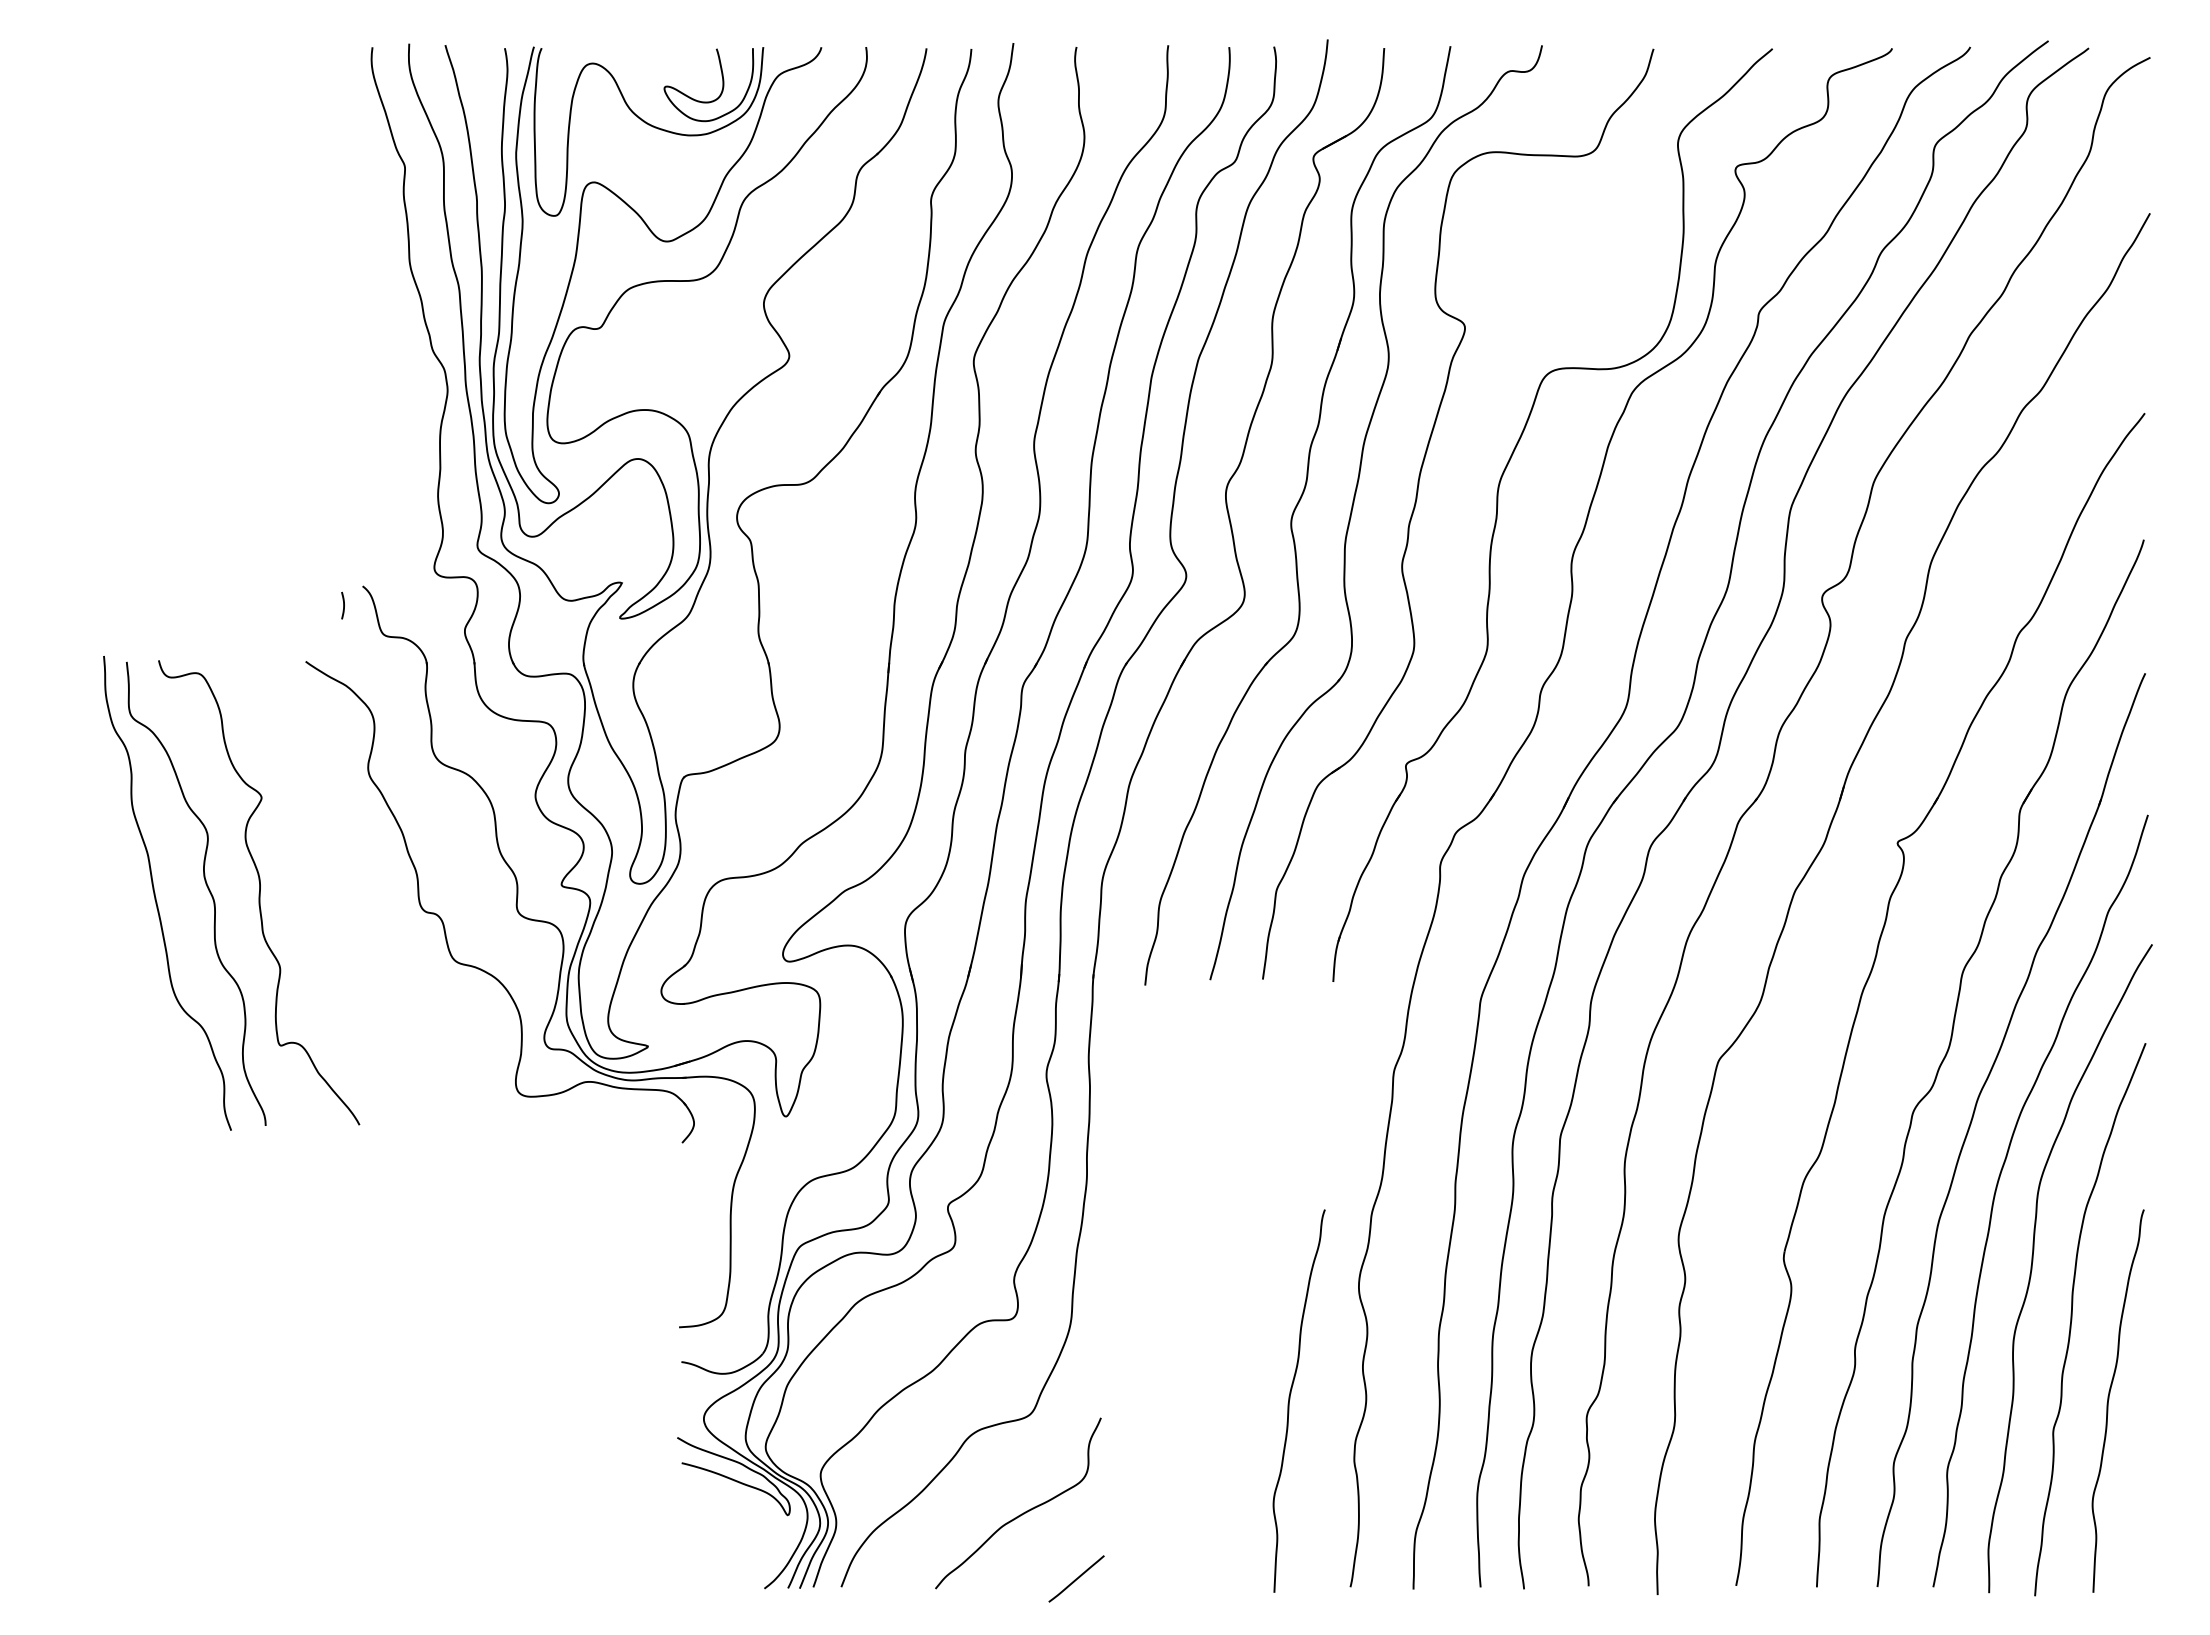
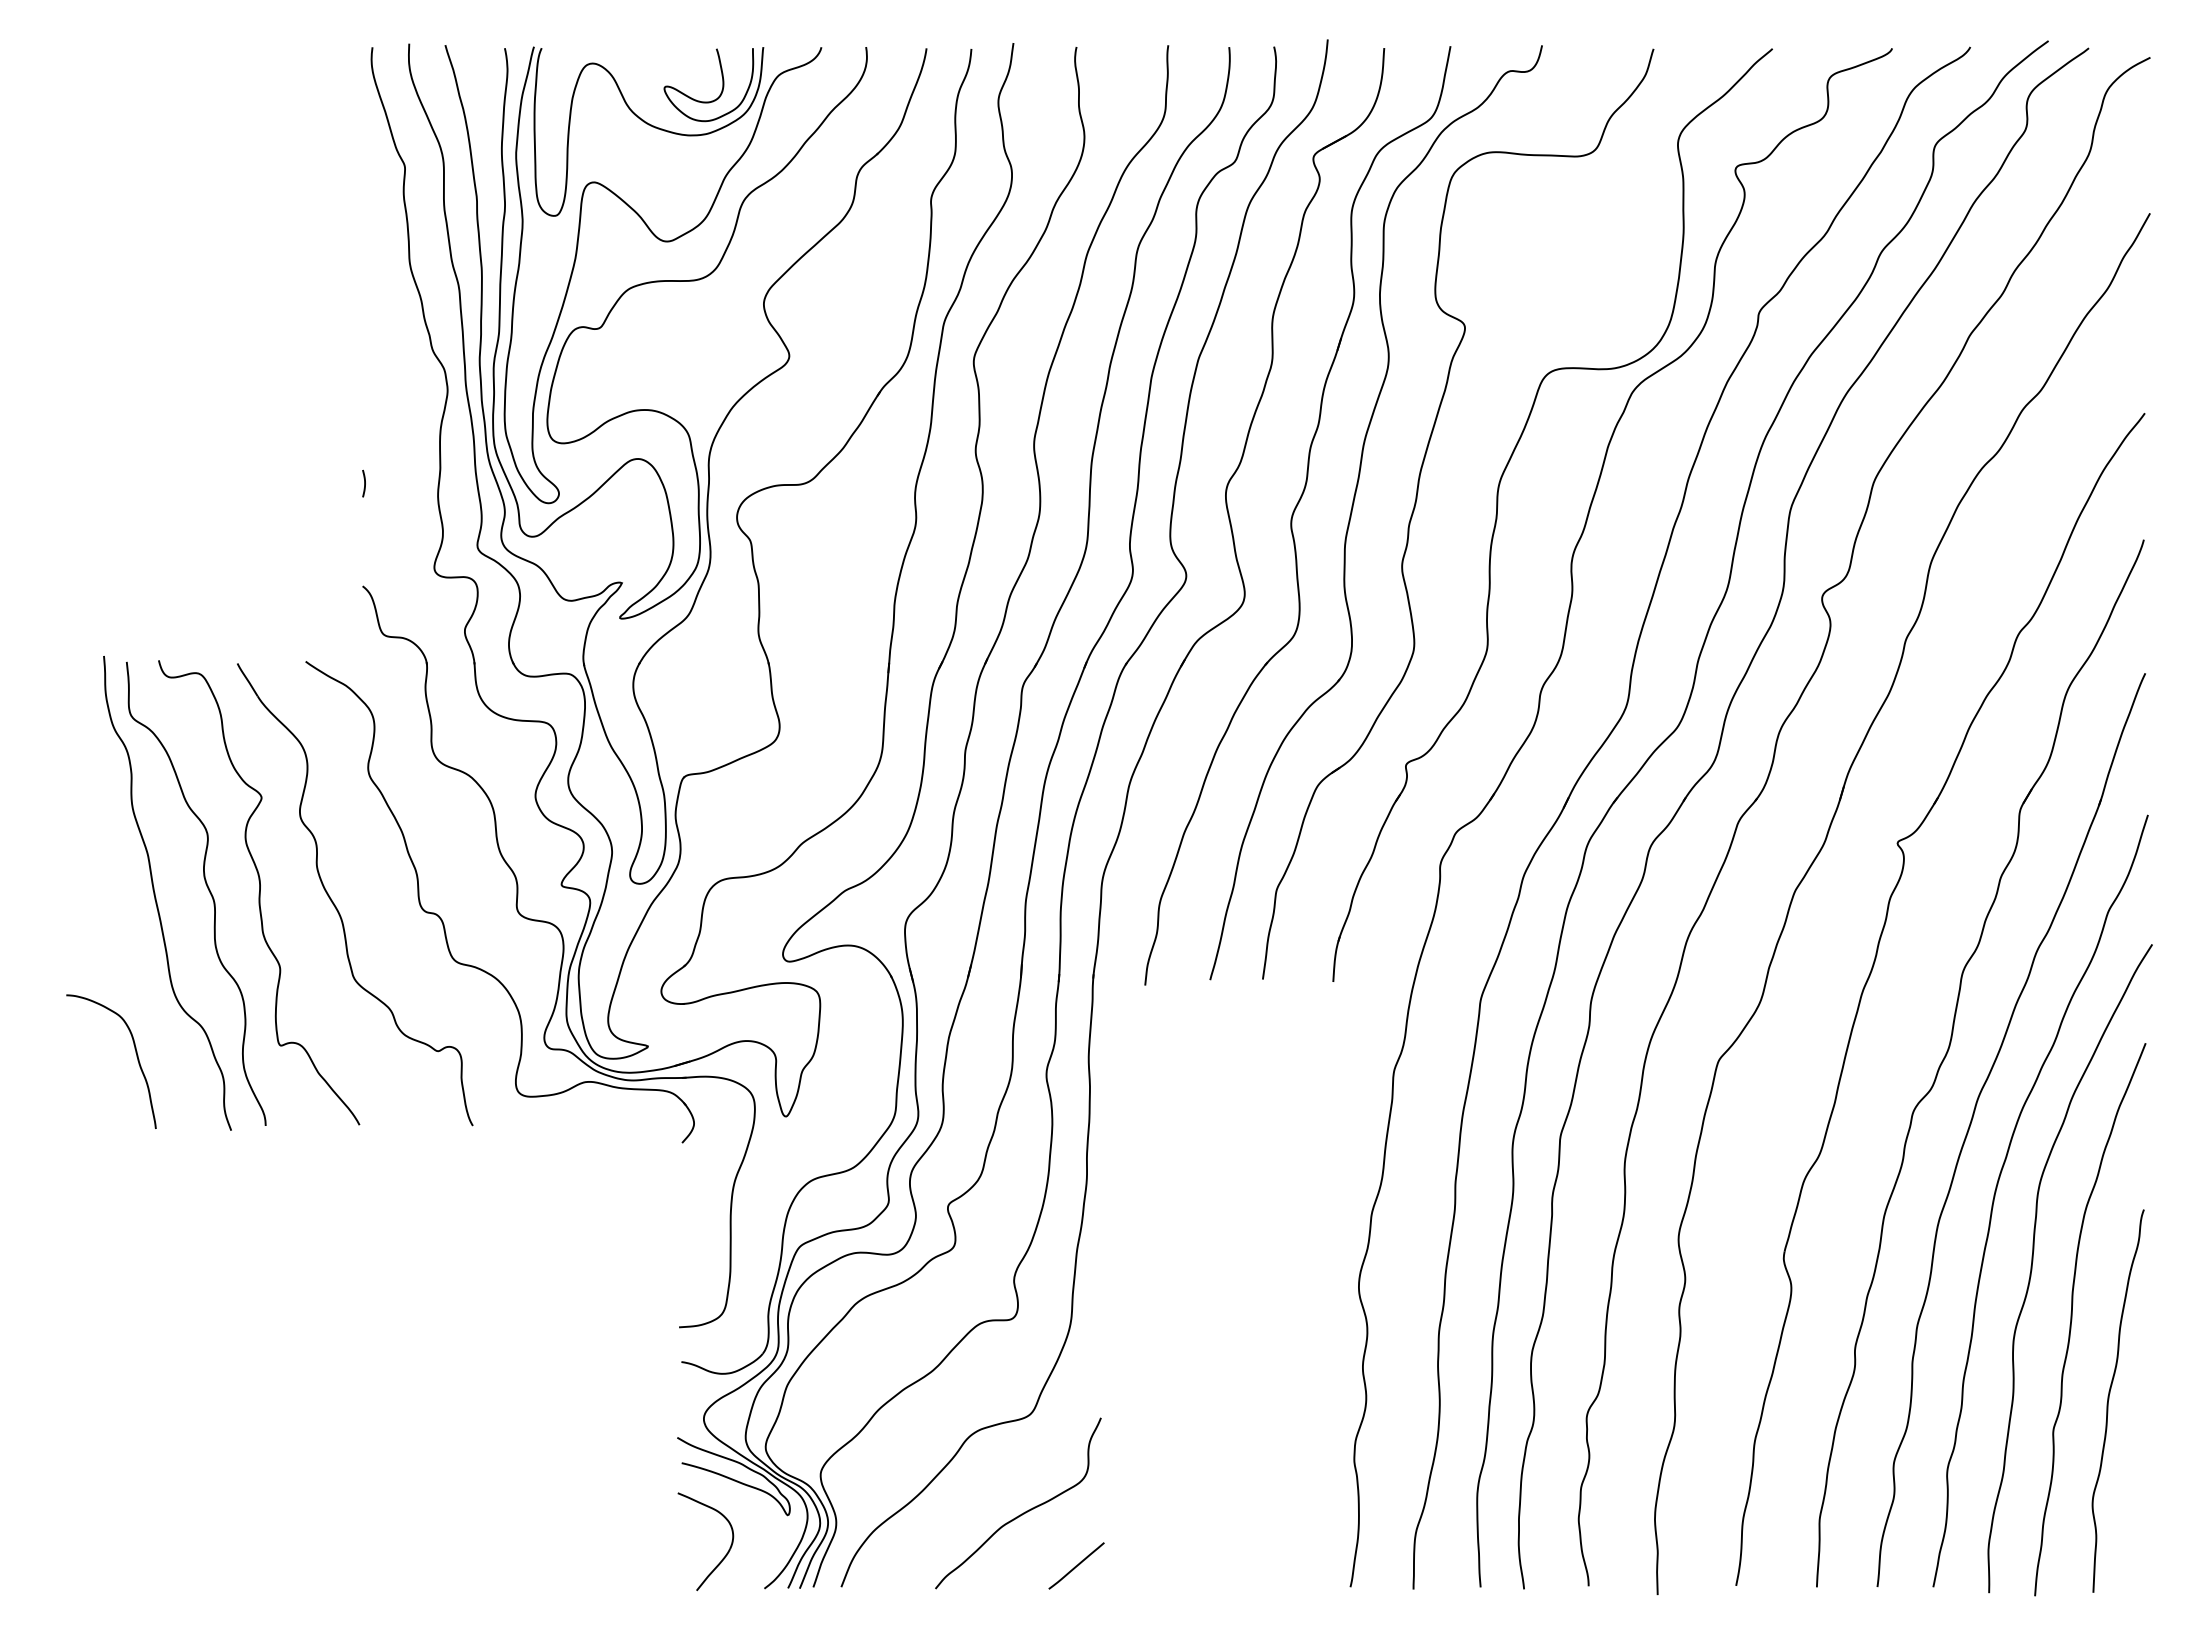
line at (343, 605) position: (343, 605) -> (364, 483)
part at (335, 904): none -> present
curve at (135, 1053): none -> present
curve at (1290, 1399): present -> none
part at (725, 1554): none -> present
line at (1076, 1578) position: (1076, 1578) -> (1076, 1565)
